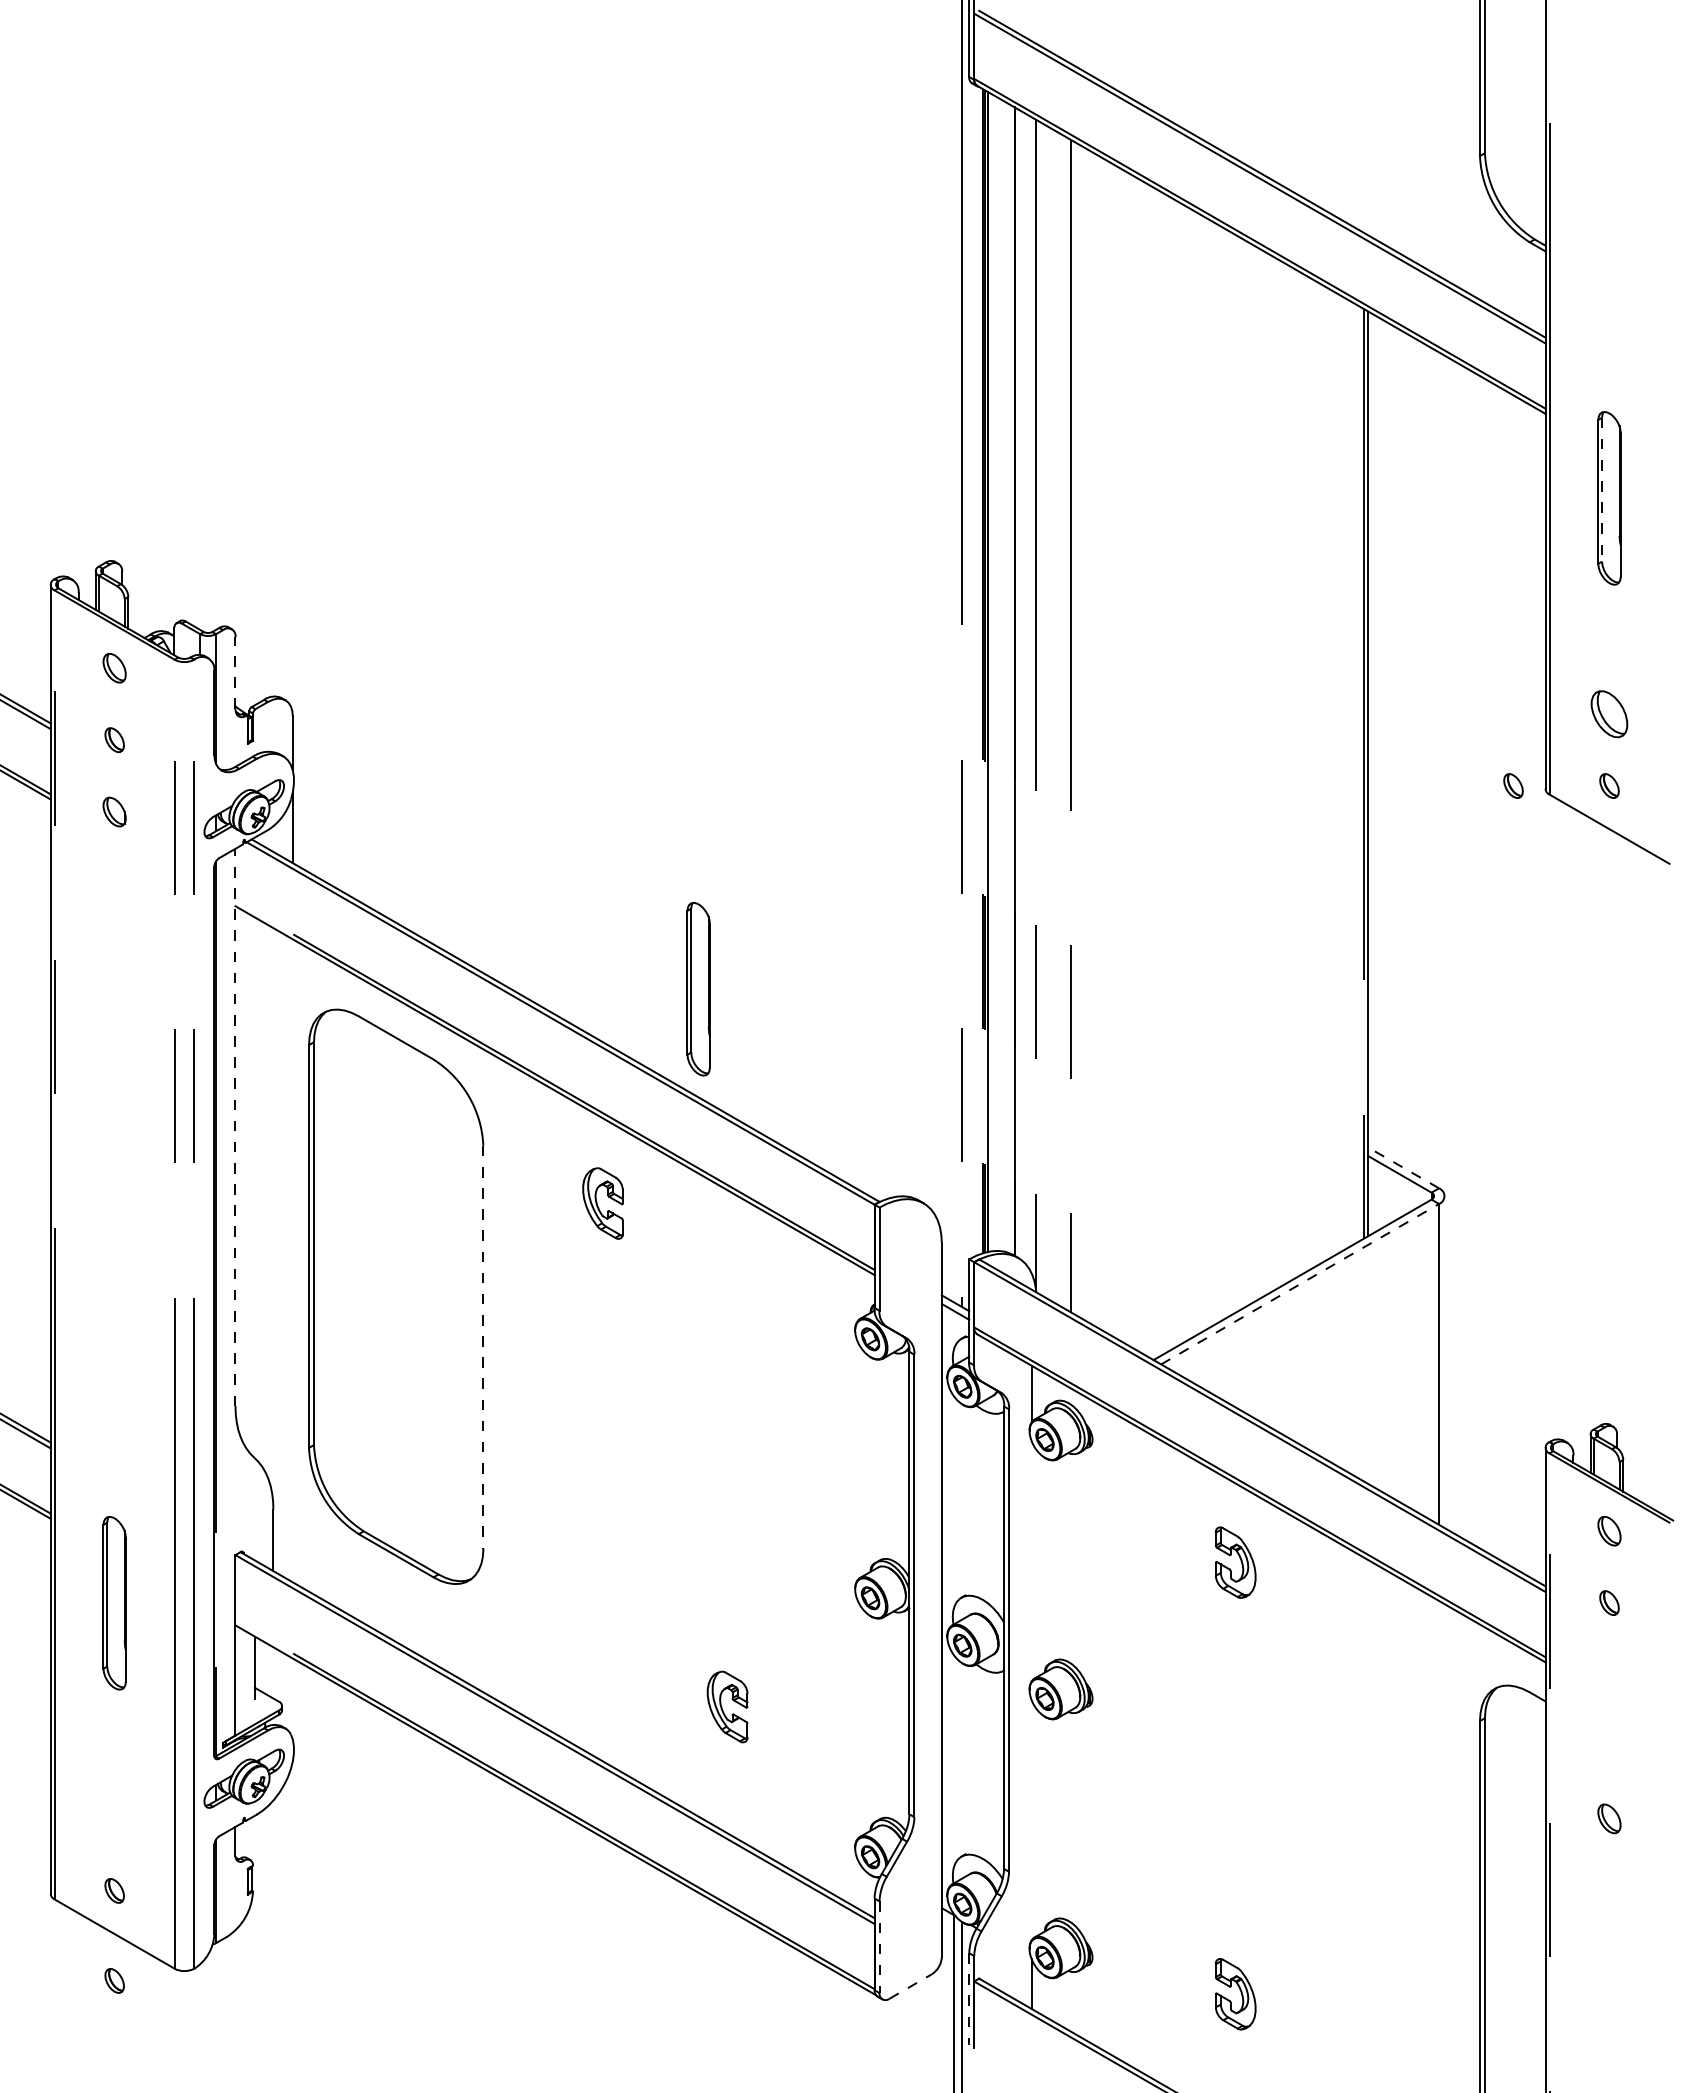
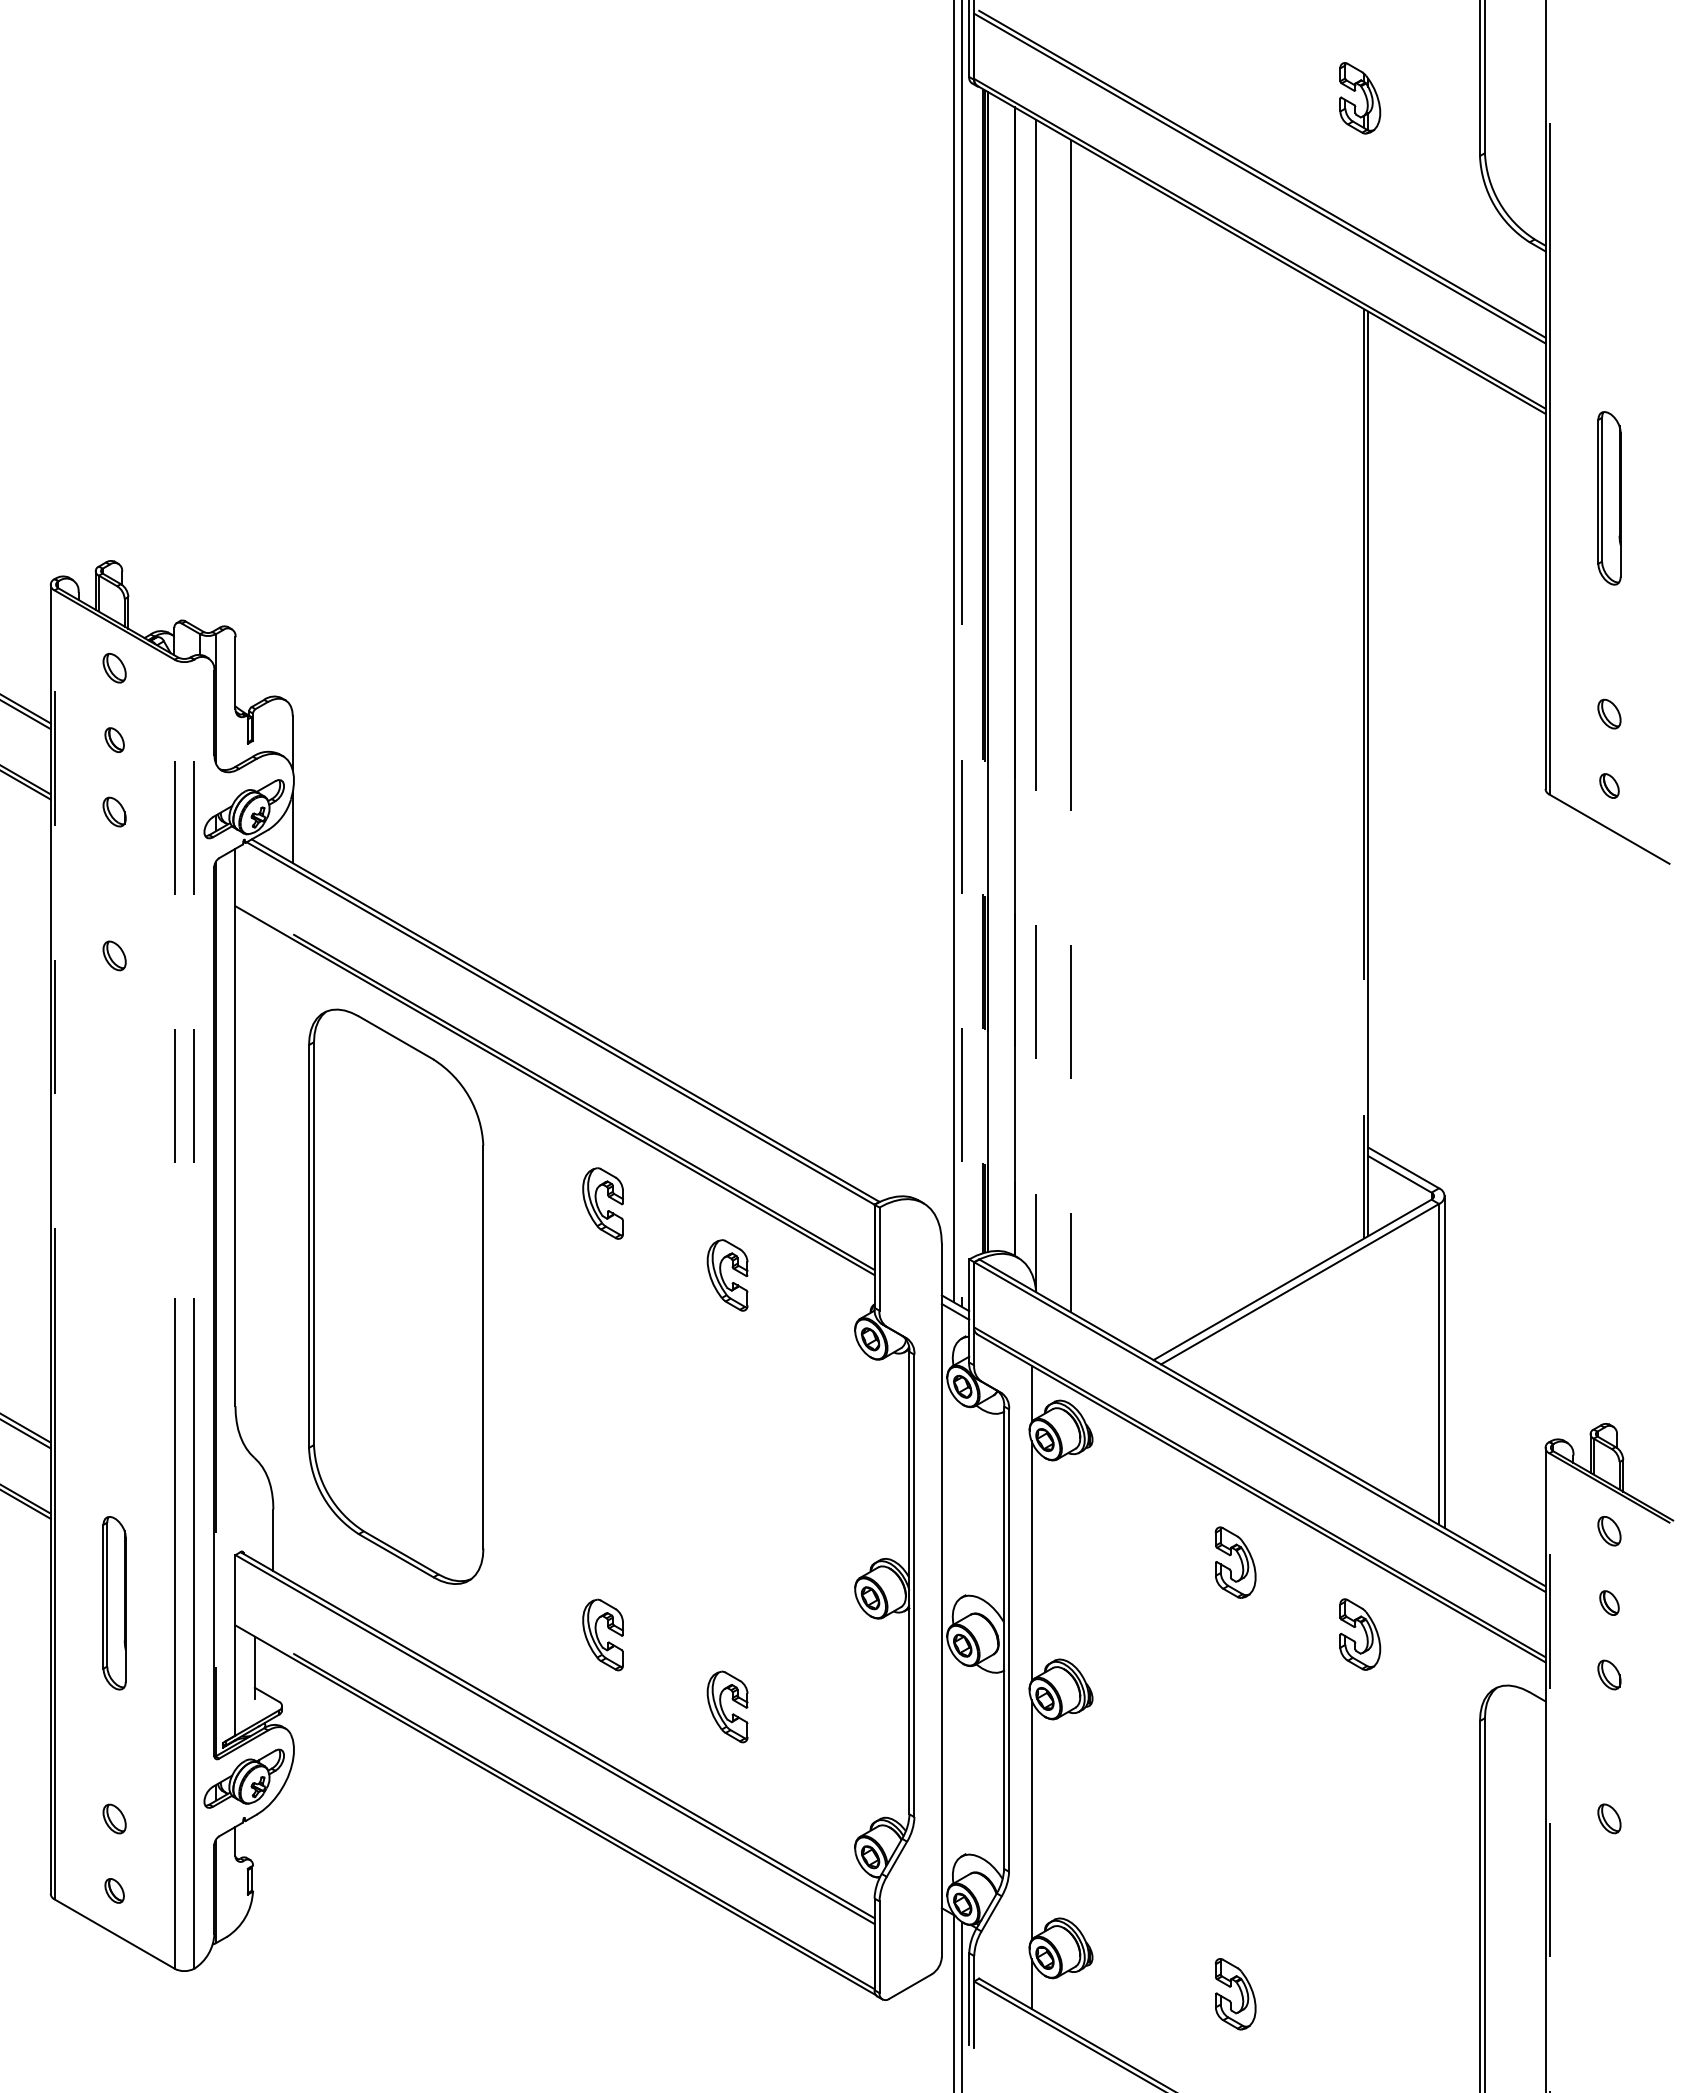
part at (1360, 98): none -> present
line at (1602, 489): dashed -> solid
line at (953, 652): none -> present
line at (235, 673): dashed -> solid
part at (1609, 714) size: 39x49 px -> 25x32 px
part at (1513, 785): present -> none
part at (114, 955): none -> present
part at (698, 989): present -> none
line at (235, 1127): dashed -> solid
line at (1403, 1167): dashed -> solid
part at (727, 1275): none -> present
line at (1300, 1283): dashed -> solid
line at (483, 1347): dashed -> solid
line at (1444, 1362): none -> present
line at (1031, 1561): none -> present
part at (602, 1634): none -> present
part at (1360, 1634): none -> present
part at (1609, 1674): none -> present
part at (114, 1818): none -> present
line at (1031, 1820): none -> present
line at (879, 1947): dashed -> solid
part at (114, 1980): present -> none
line at (911, 1986): dashed -> solid
line at (969, 1999): dashed -> solid
